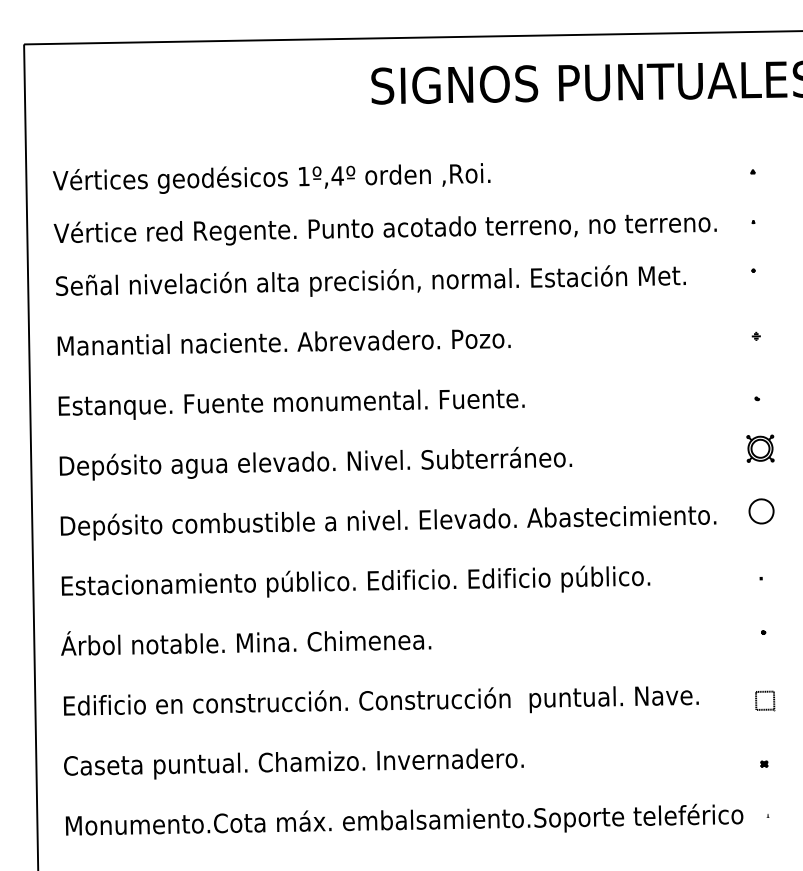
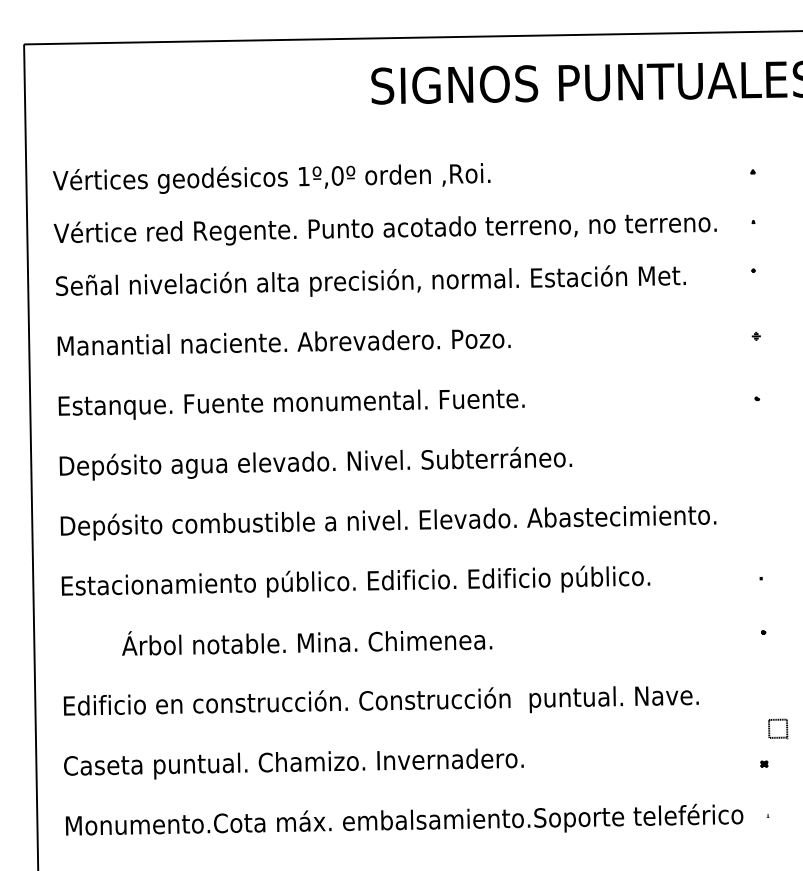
text at (337, 175): 1º,4º -> 1º,0º
part at (760, 448): present -> none
part at (761, 511): present -> none
text at (246, 643) position: (246, 643) -> (307, 643)
part at (765, 700) position: (765, 700) -> (778, 728)
